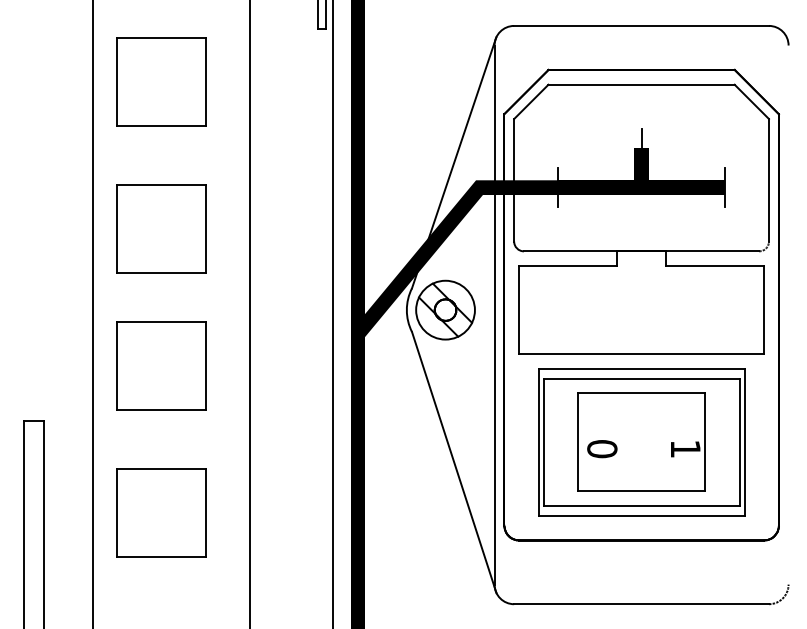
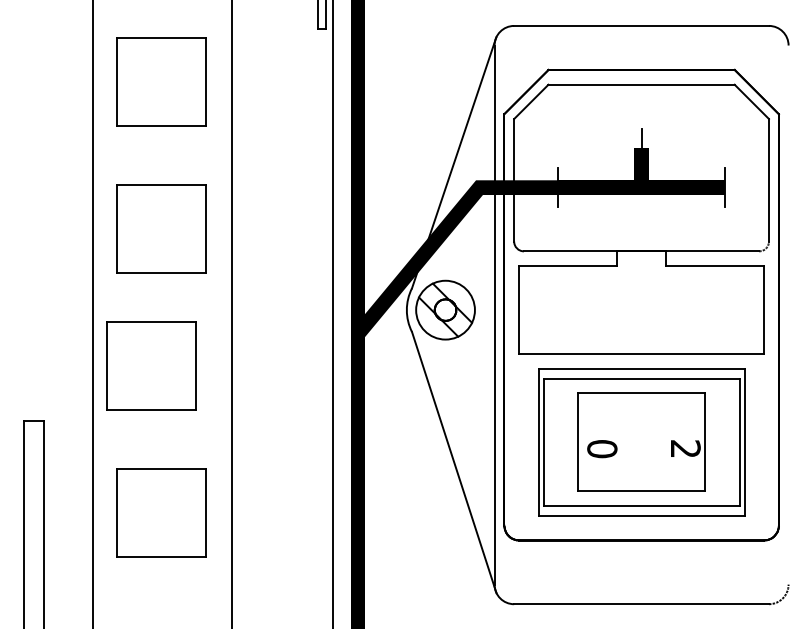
line at (249, 313) position: (249, 313) -> (231, 313)
part at (161, 365) position: (161, 365) -> (151, 365)
text at (685, 448): 1 -> 2
